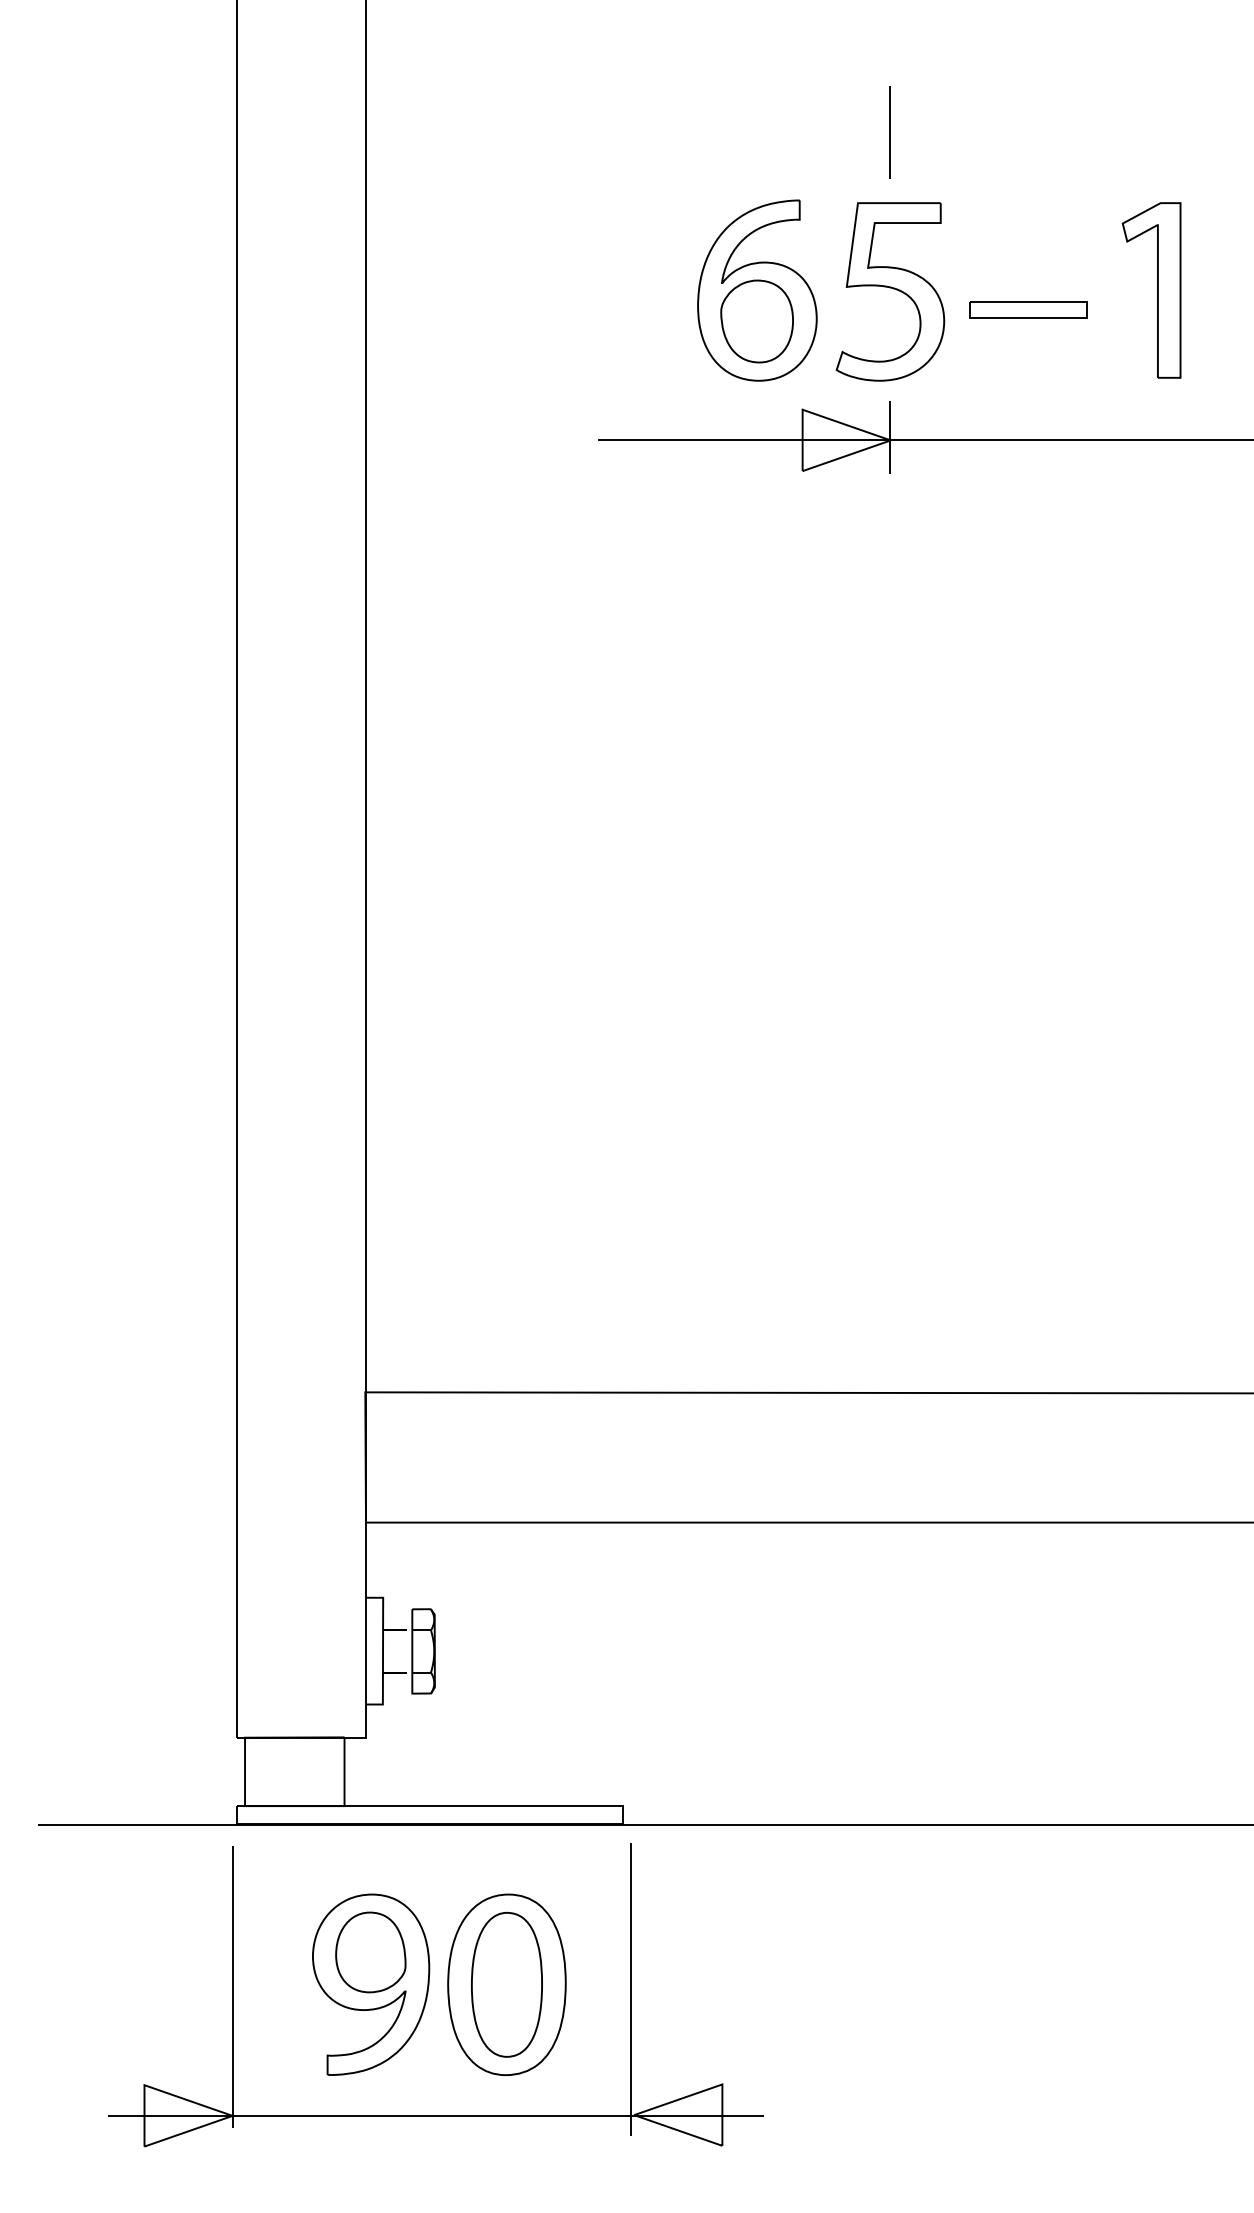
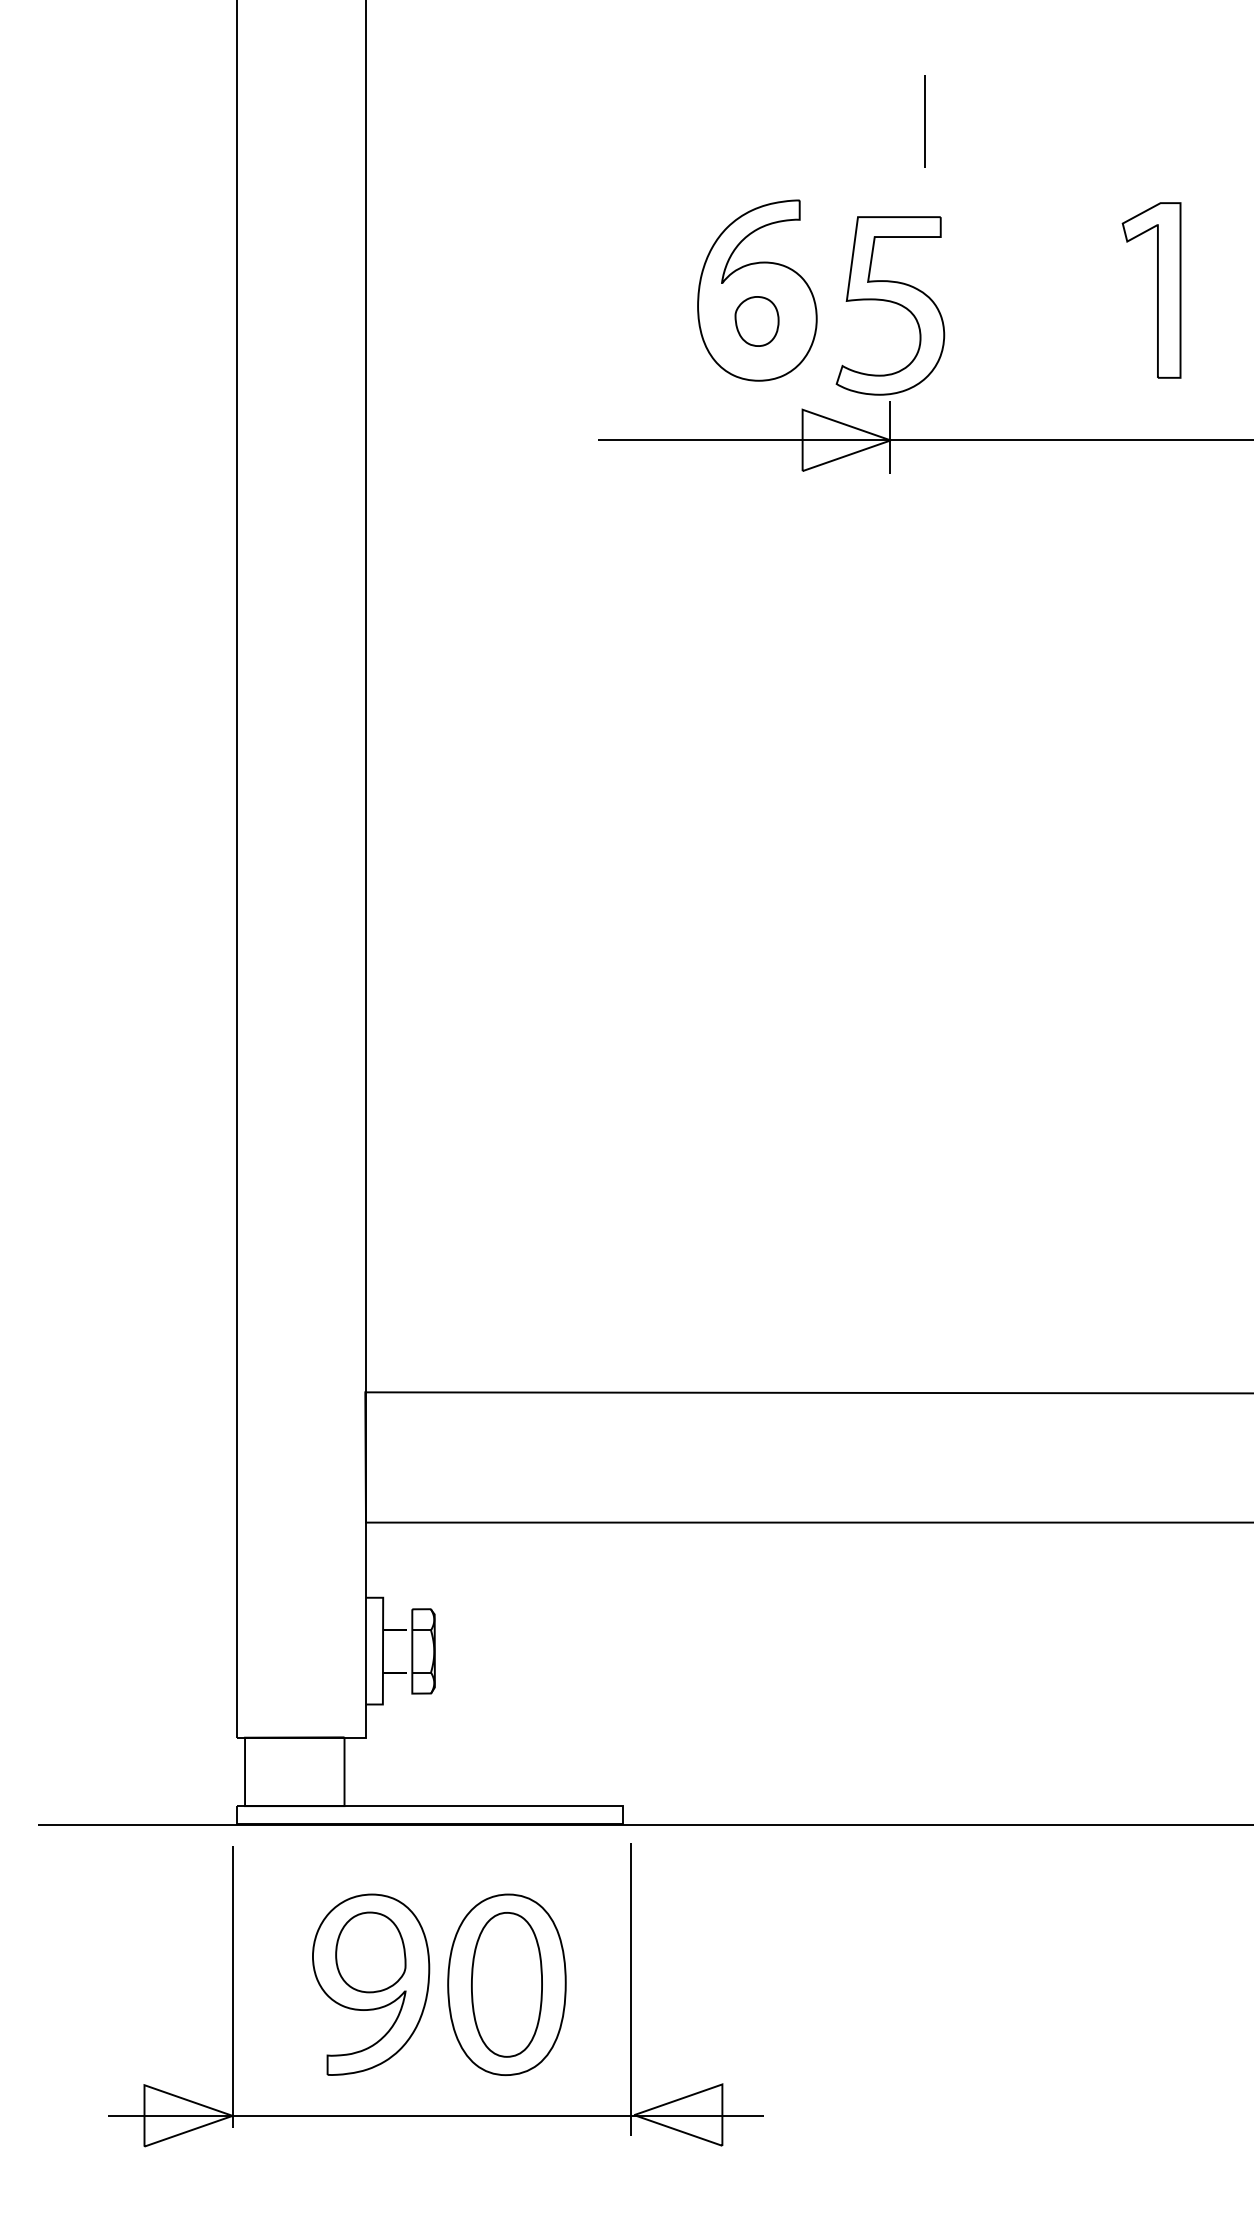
line at (889, 132) position: (889, 132) -> (924, 121)
part at (890, 291) position: (890, 291) -> (890, 305)
part at (1028, 309): present -> none
part at (756, 321) size: 74x85 px -> 46x51 px
